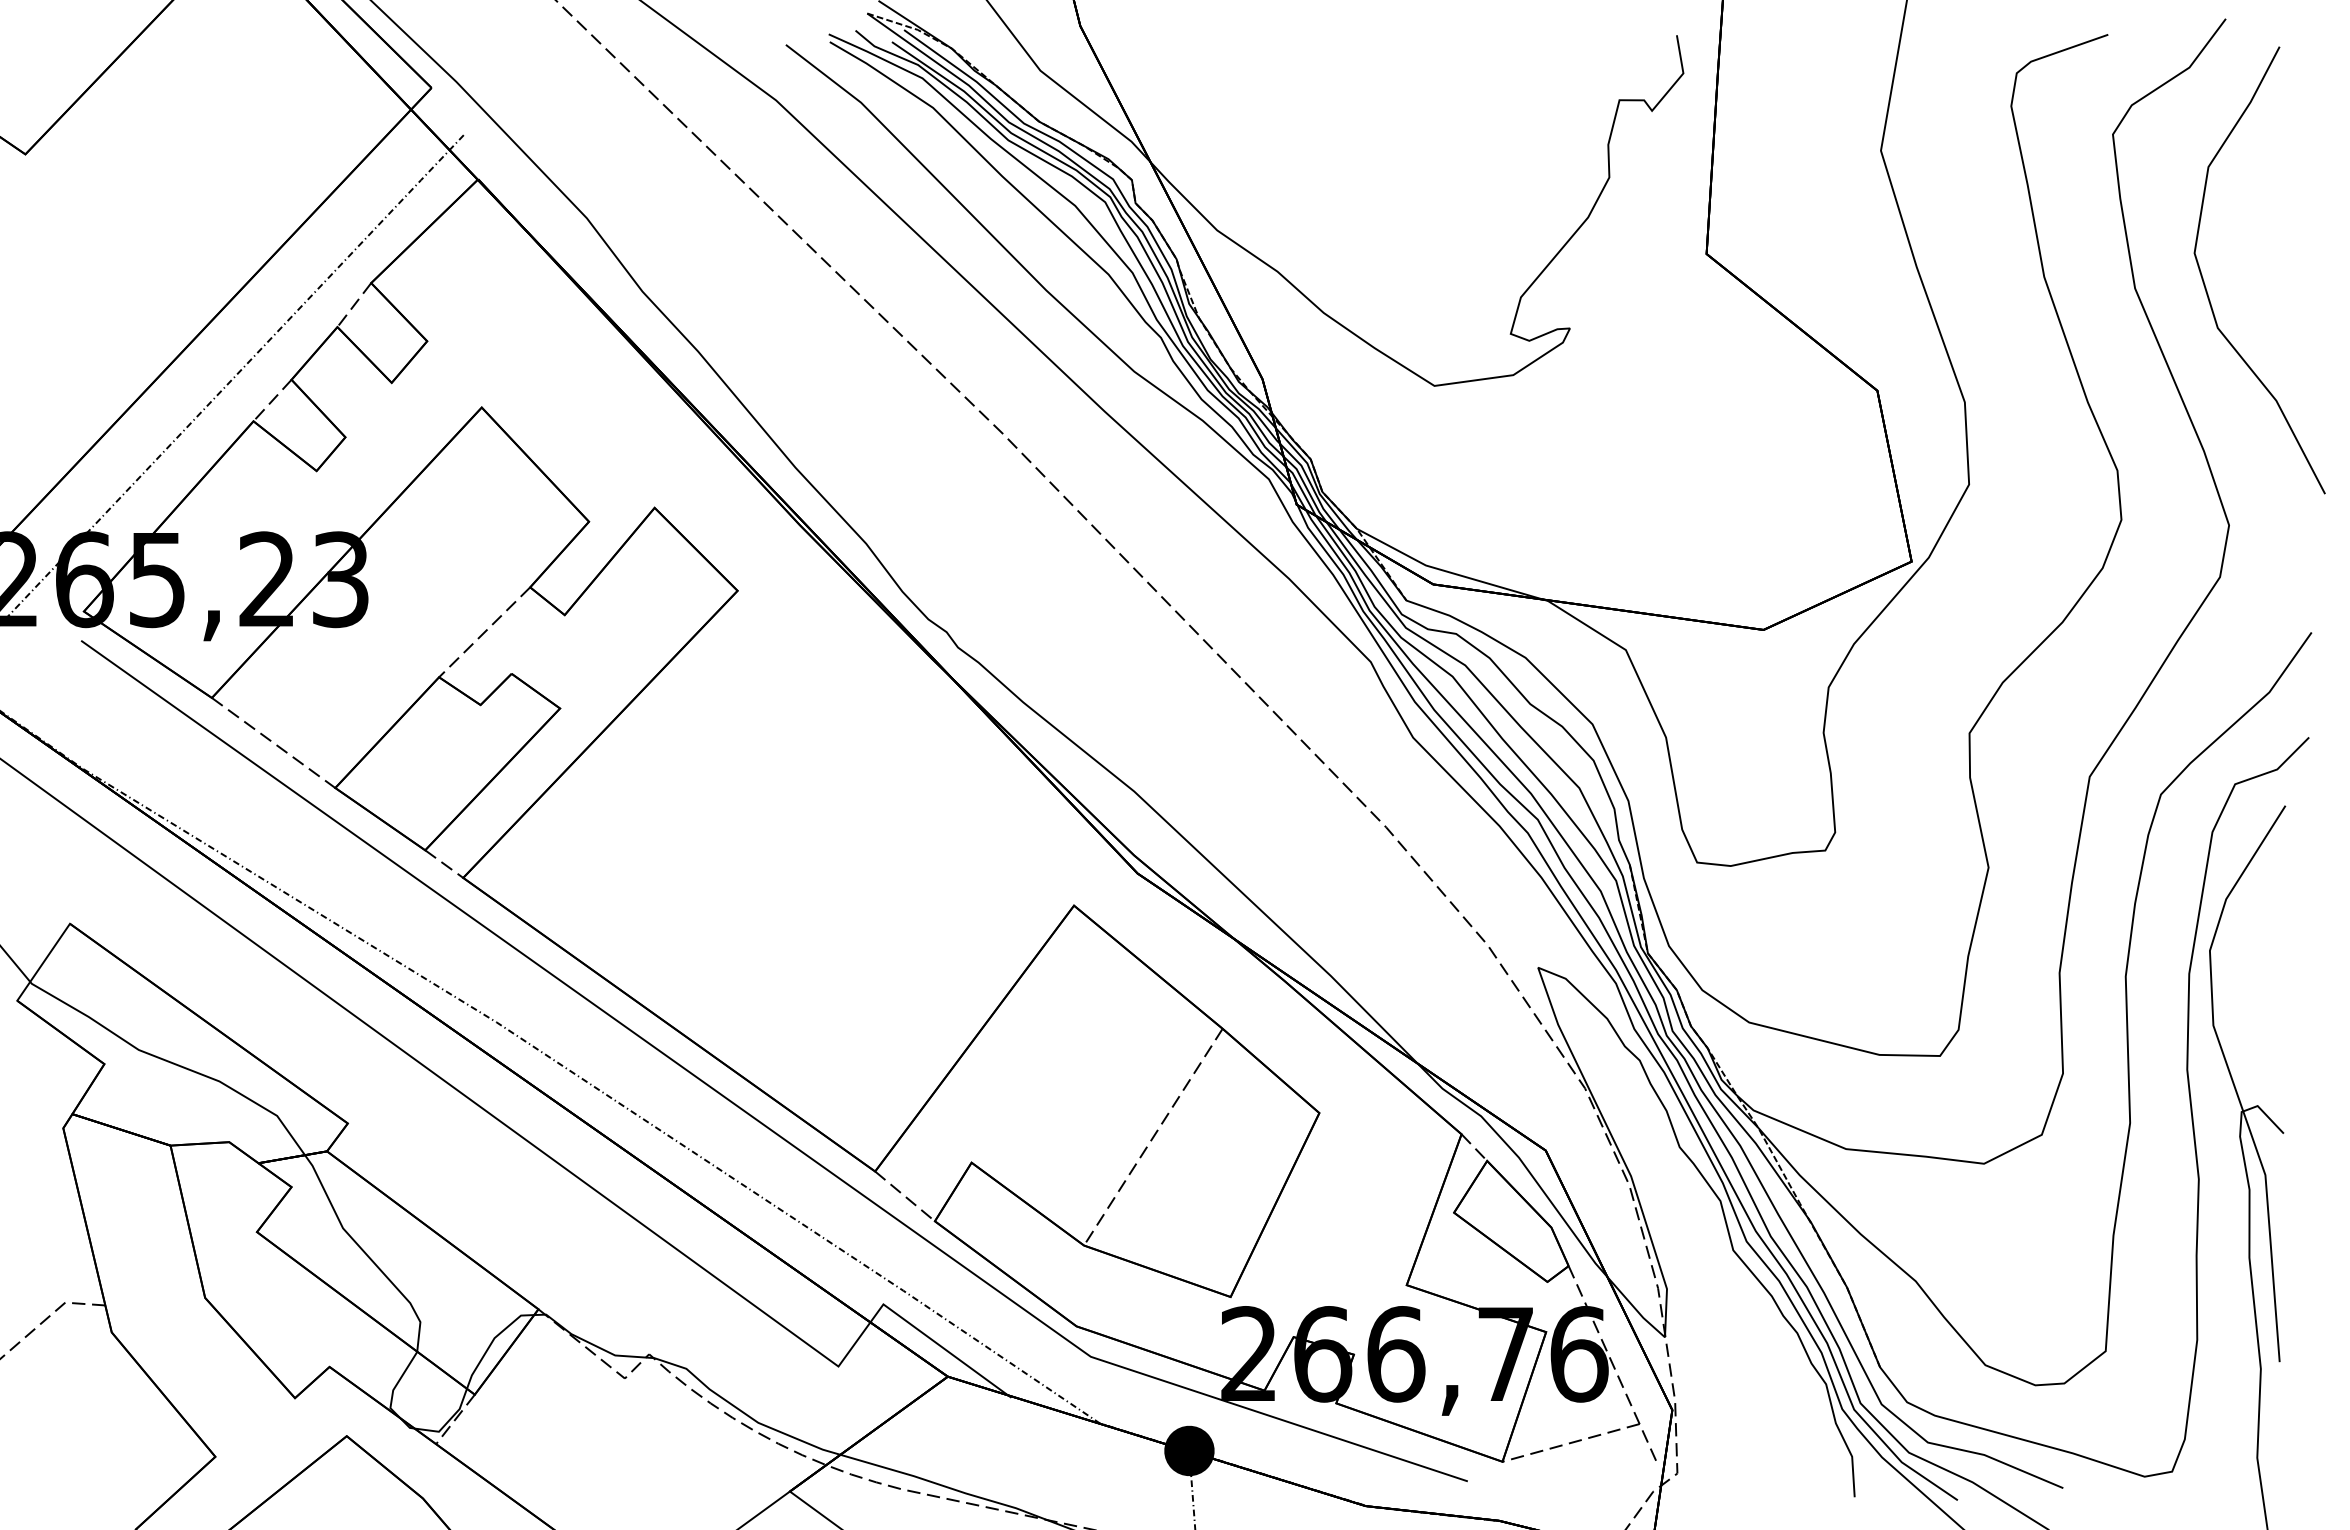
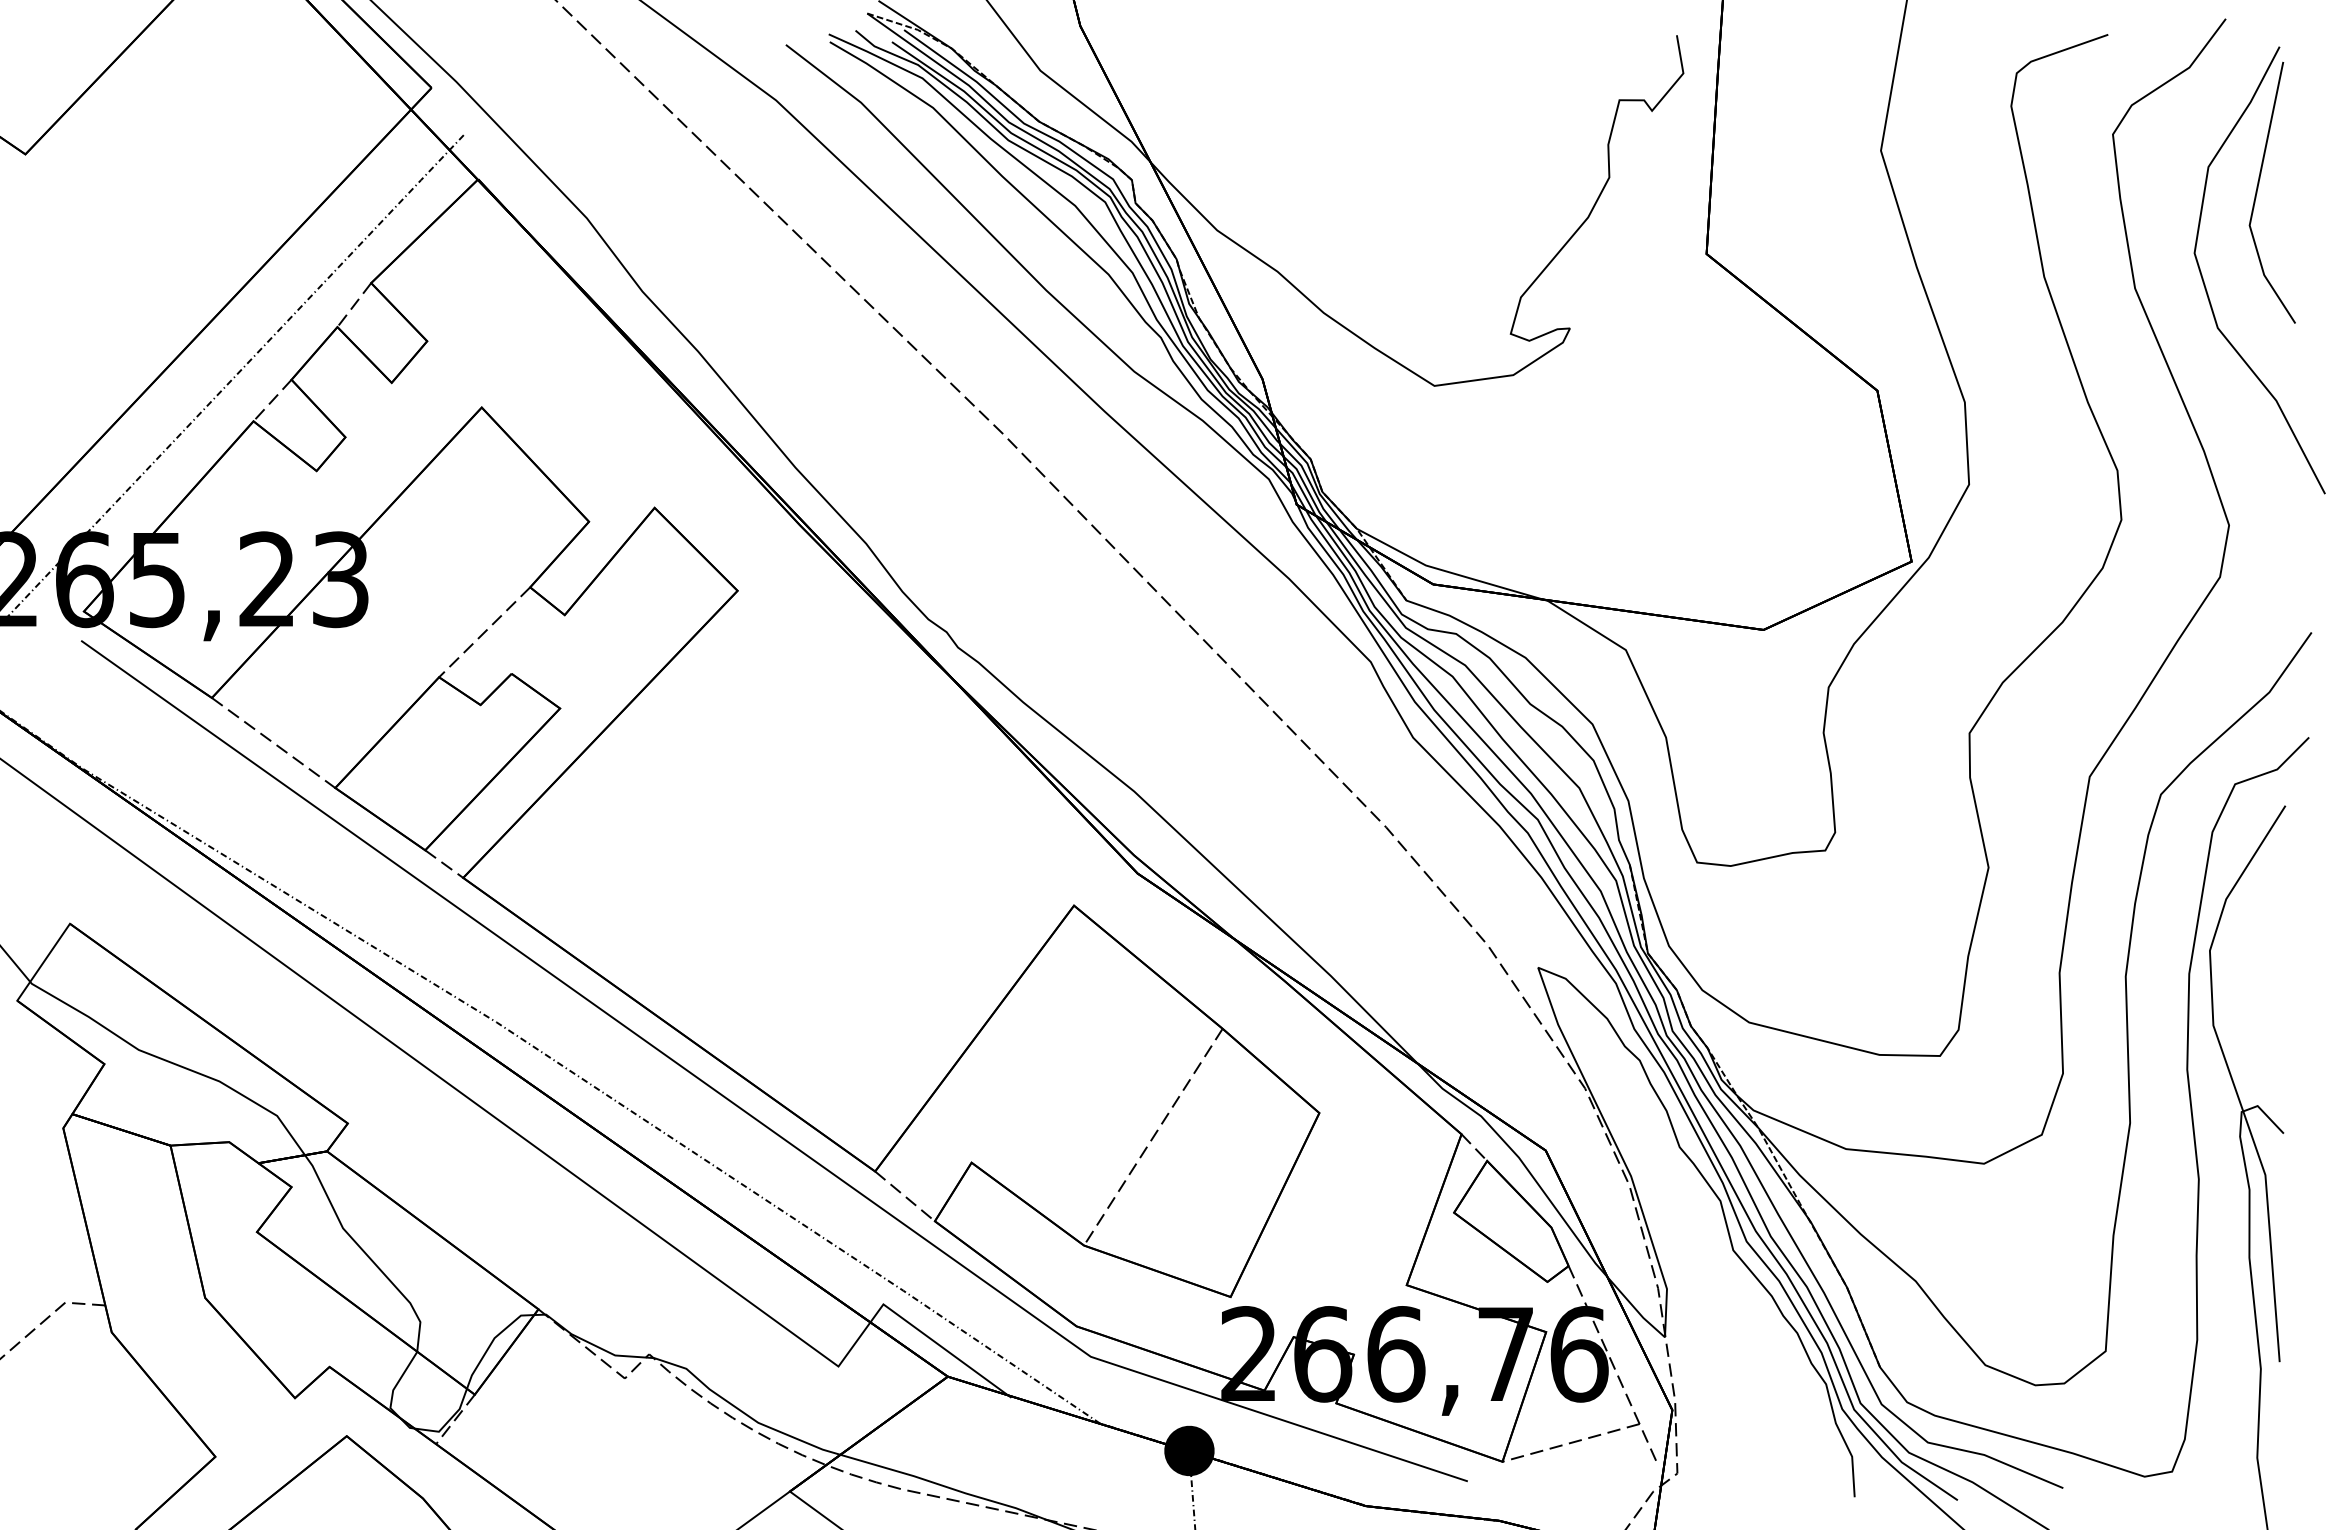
curve at (2258, 188): none -> present
